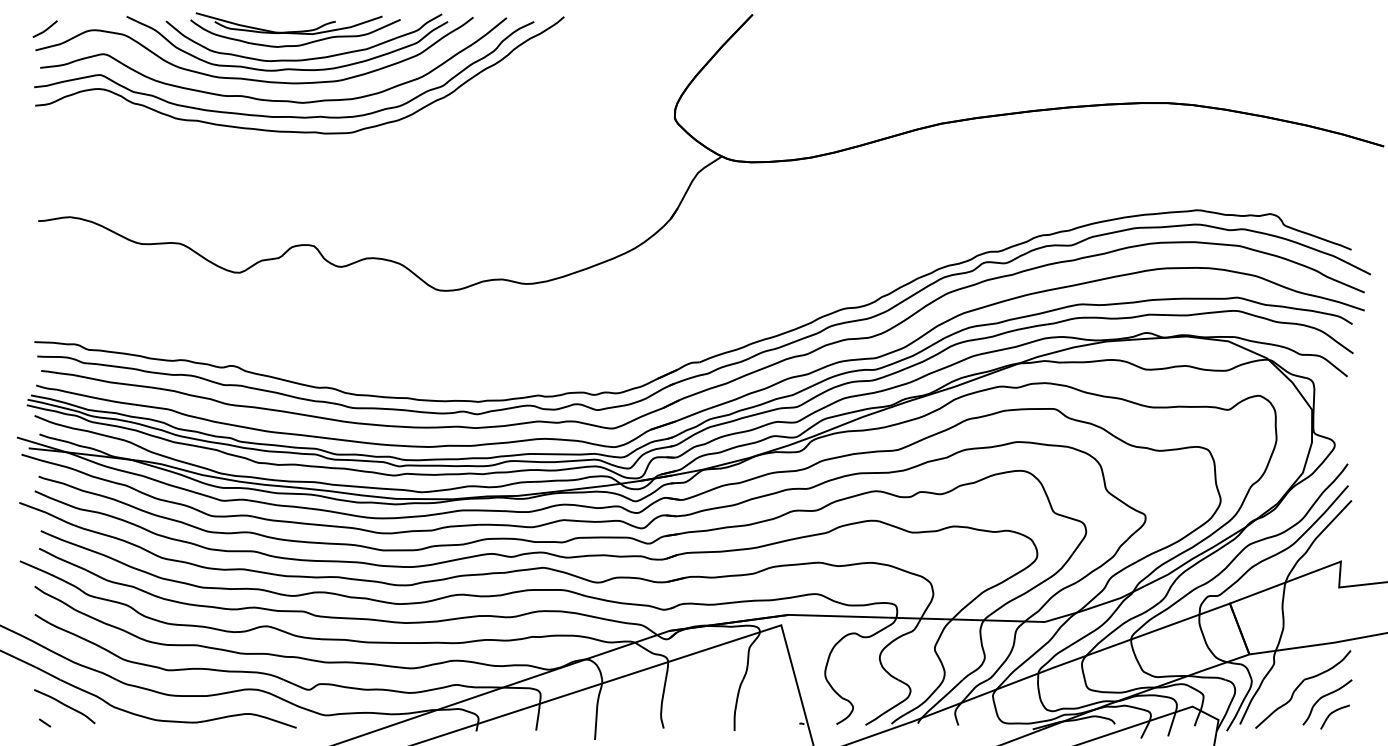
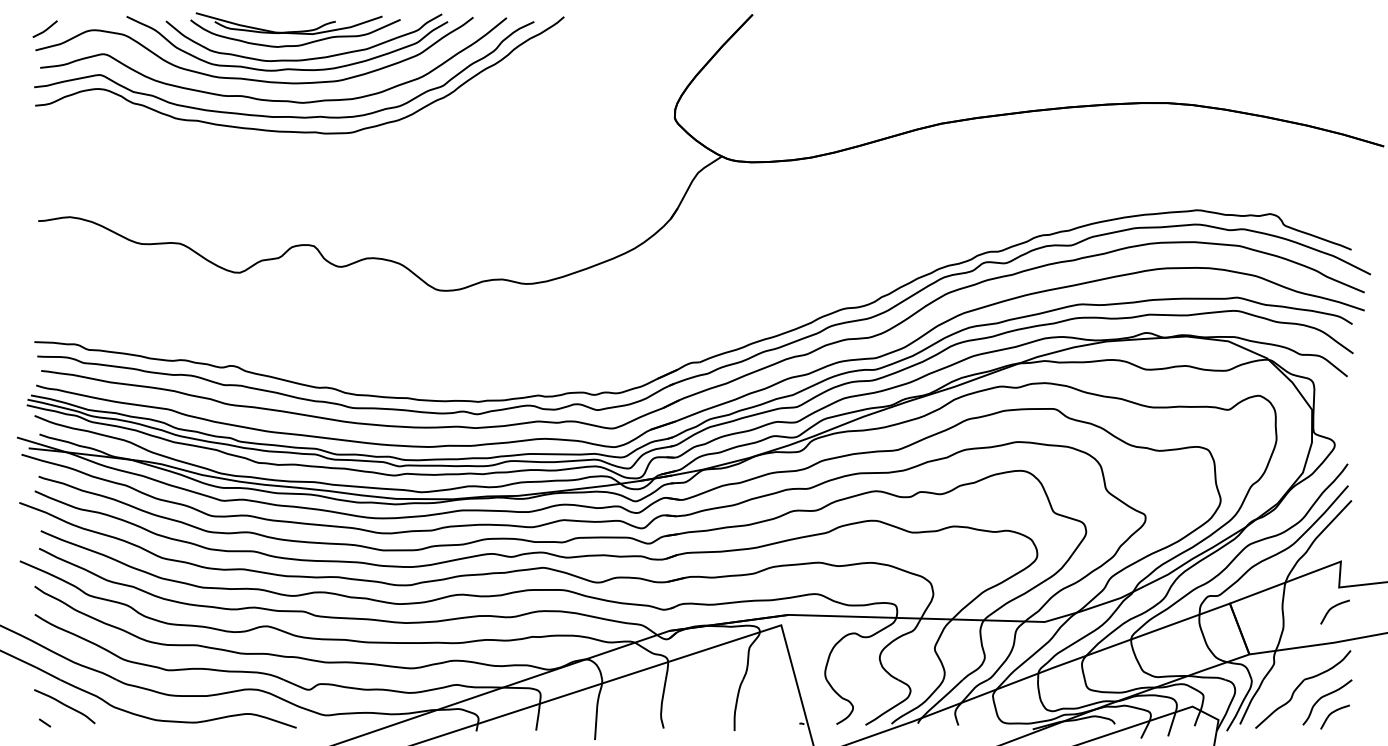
curve at (1332, 608): none -> present
